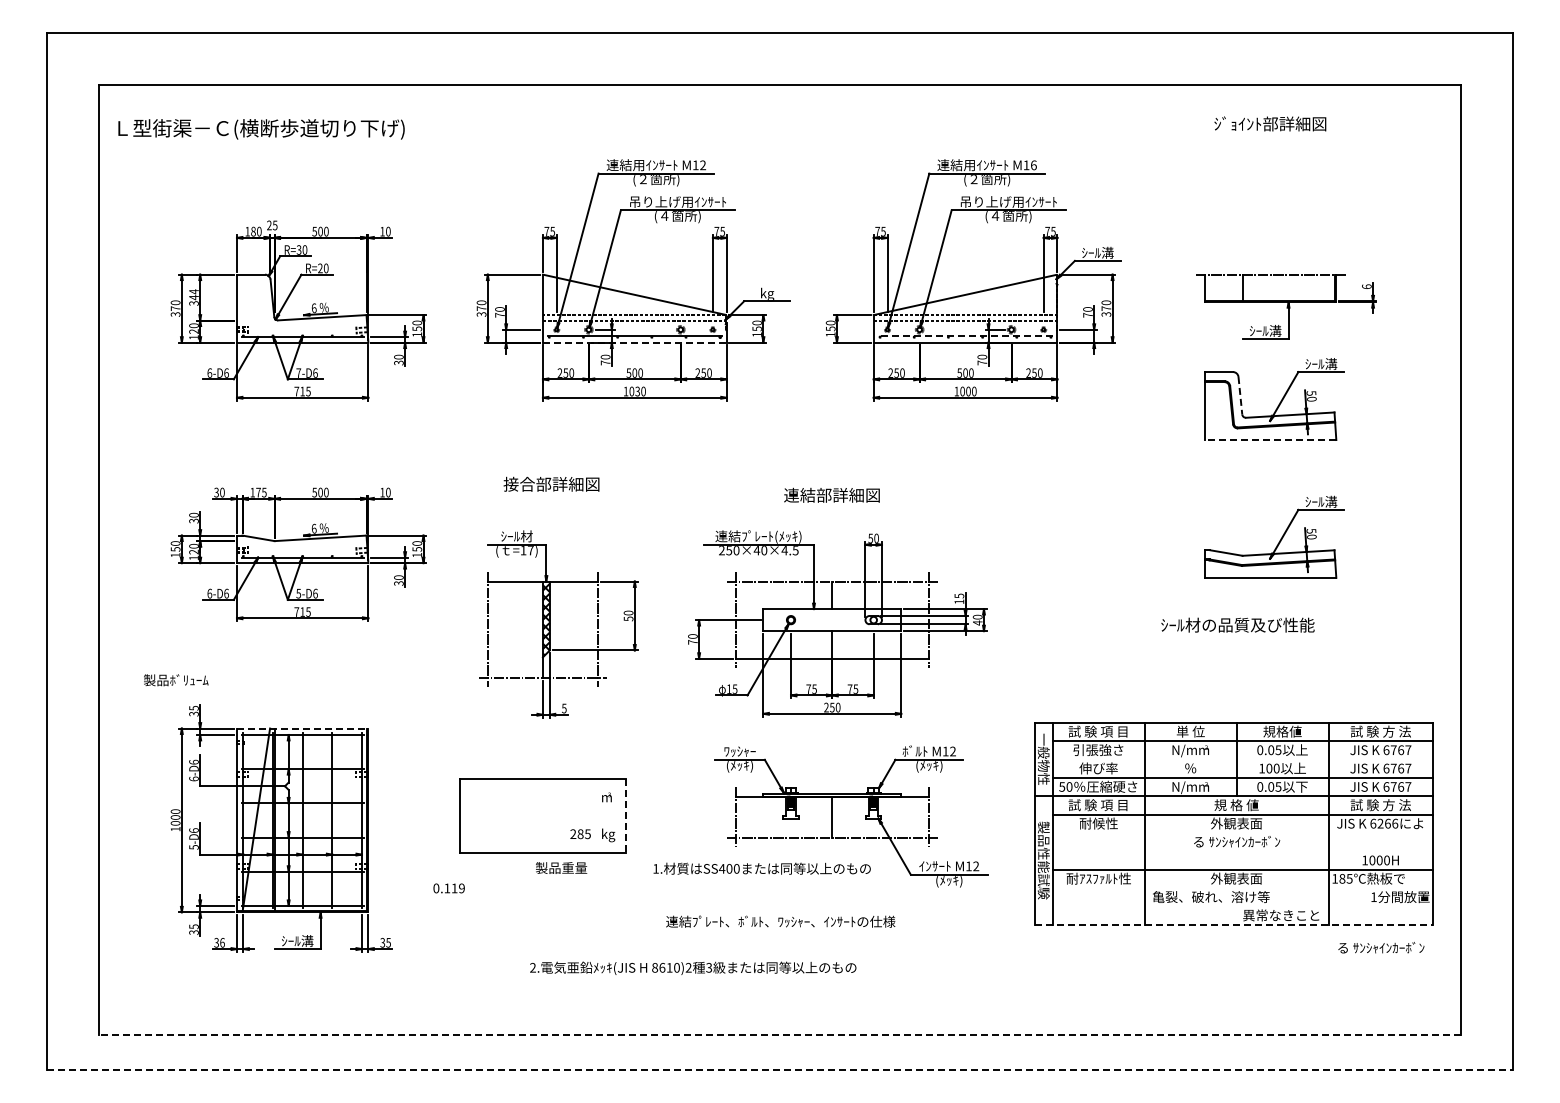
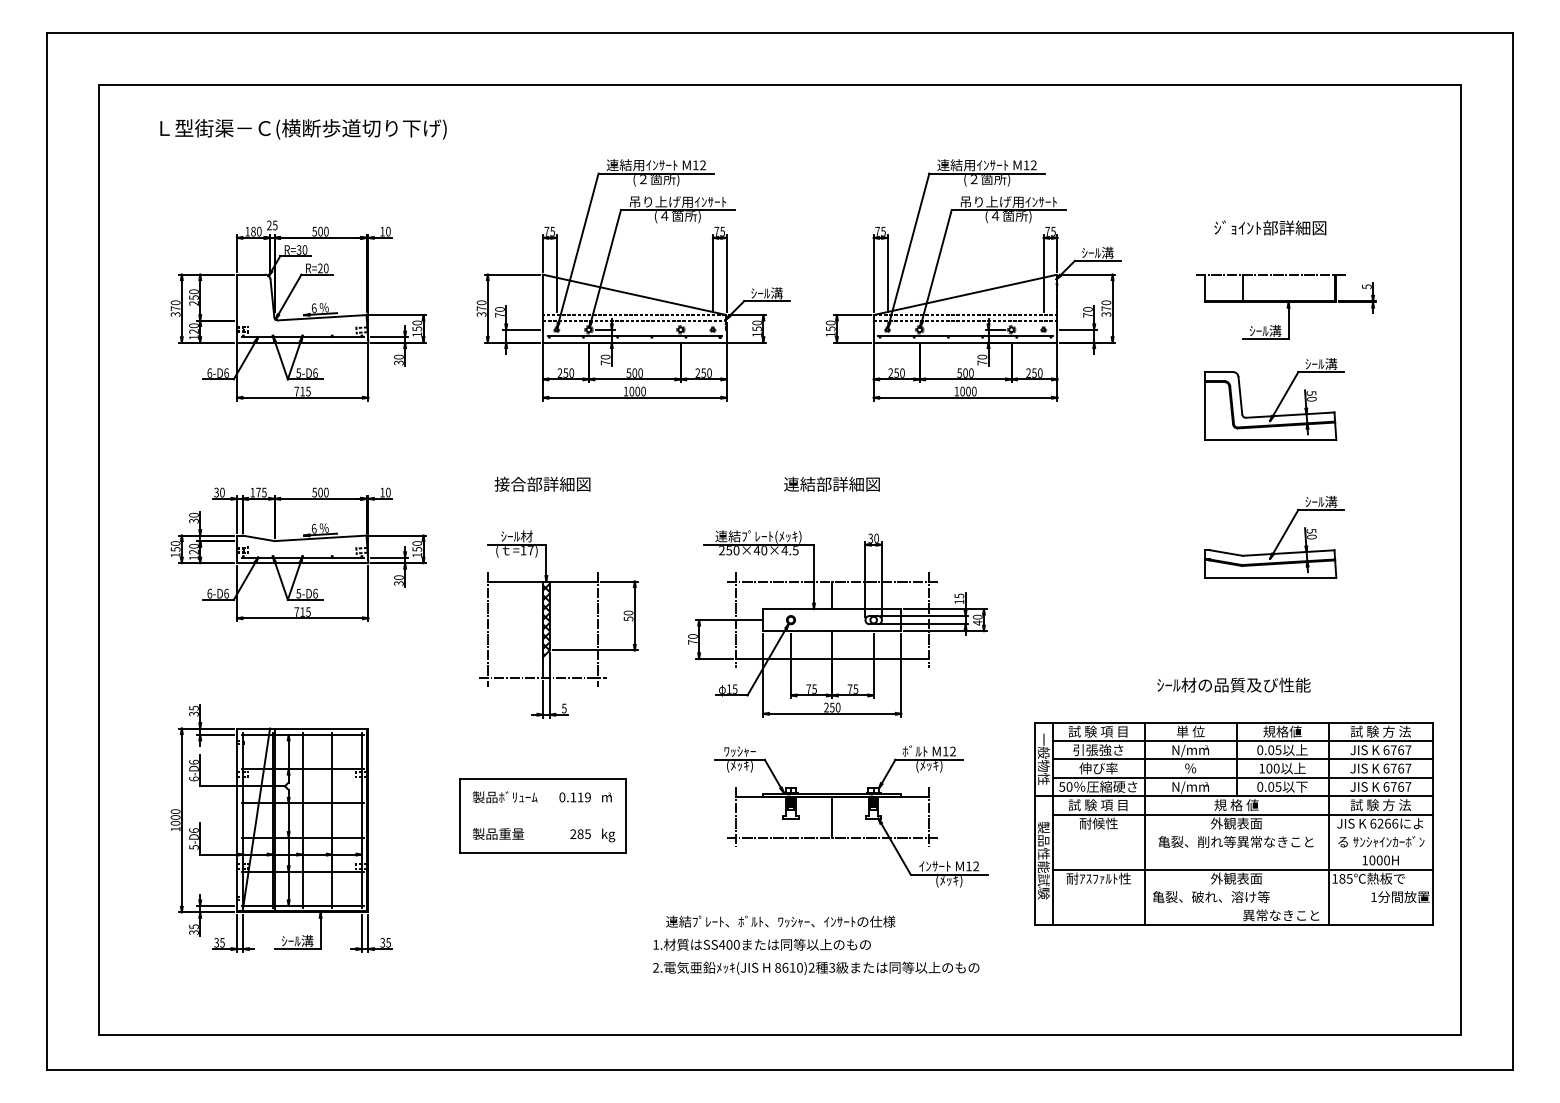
text at (1270, 123) position: (1270, 123) -> (1270, 227)
text at (261, 129) position: (261, 129) -> (303, 129)
text at (1033, 165): M16 -> M12
text at (1366, 286): 6 -> 5
text at (766, 293): kg -> ｼｰﾙ溝
text at (193, 297): 344 -> 250
line at (965, 336): dashed -> solid
line at (634, 342): dashed -> solid
text at (298, 372): 7-D6 -> 5-D6
text at (637, 391): 1030 -> 1000
line at (1240, 395): dashed -> solid
line at (1270, 440): dashed -> solid
text at (551, 483) position: (551, 483) -> (542, 483)
text at (831, 494) position: (831, 494) -> (831, 483)
text at (870, 537): 50 -> 30
text at (1237, 624) position: (1237, 624) -> (1233, 684)
text at (176, 680) position: (176, 680) -> (505, 797)
line at (302, 728): dashed -> solid
line at (1242, 759): none -> present
line at (625, 815): dashed -> solid
text at (1235, 841): る ｻﾝｼｬｲﾝｶｰﾎﾞﾝ -> 亀裂、削れ等異常なきこと
text at (561, 867) position: (561, 867) -> (498, 833)
text at (761, 868) position: (761, 868) -> (761, 944)
text at (448, 888) position: (448, 888) -> (574, 797)
line at (1234, 924): dashed -> solid
text at (222, 942): 36 -> 35
text at (1381, 947) position: (1381, 947) -> (1381, 841)
text at (693, 967) position: (693, 967) -> (816, 967)
line at (780, 1035): dashed -> solid
line at (780, 1069): dashed -> solid
